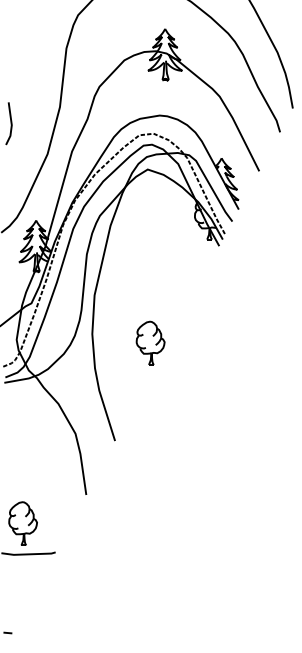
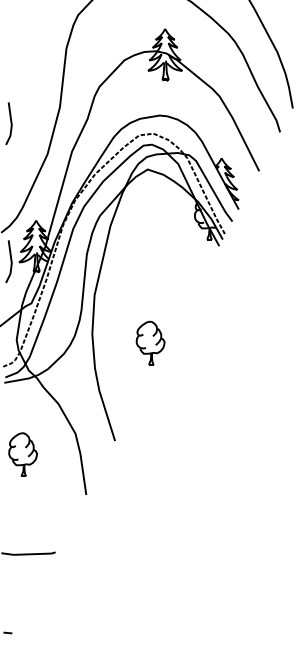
line at (10, 261): none -> present
part at (22, 523) position: (22, 523) -> (22, 454)
